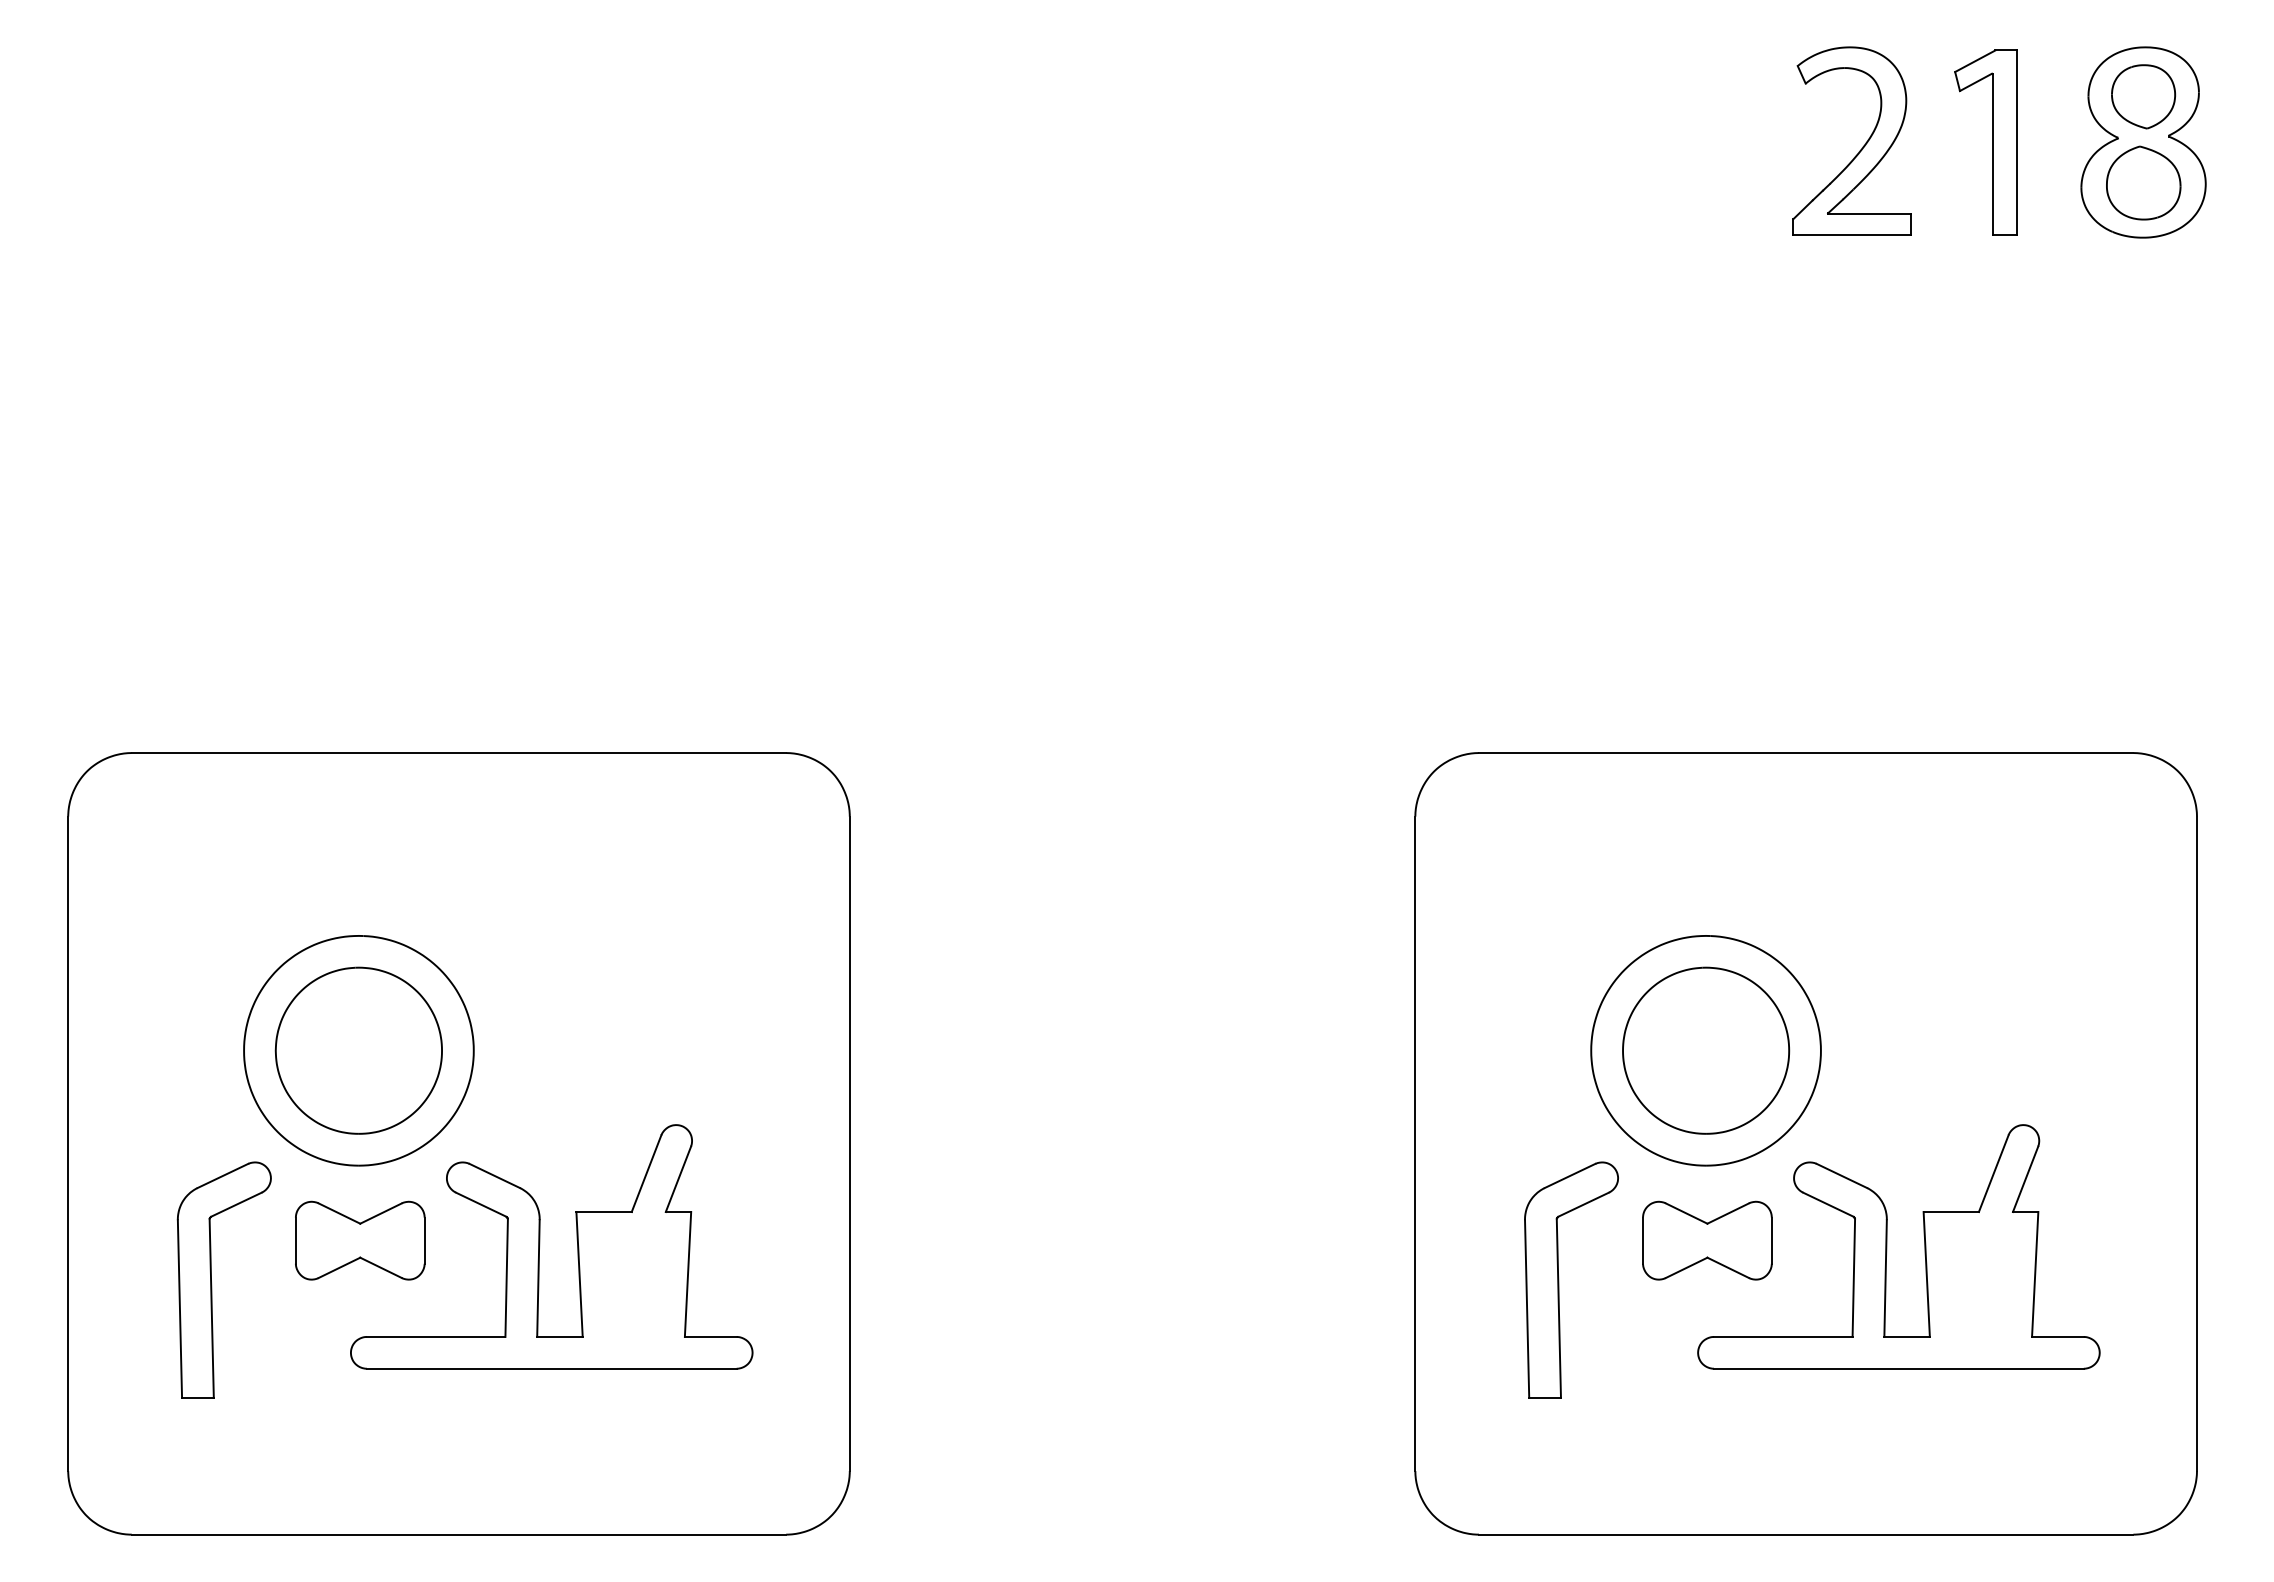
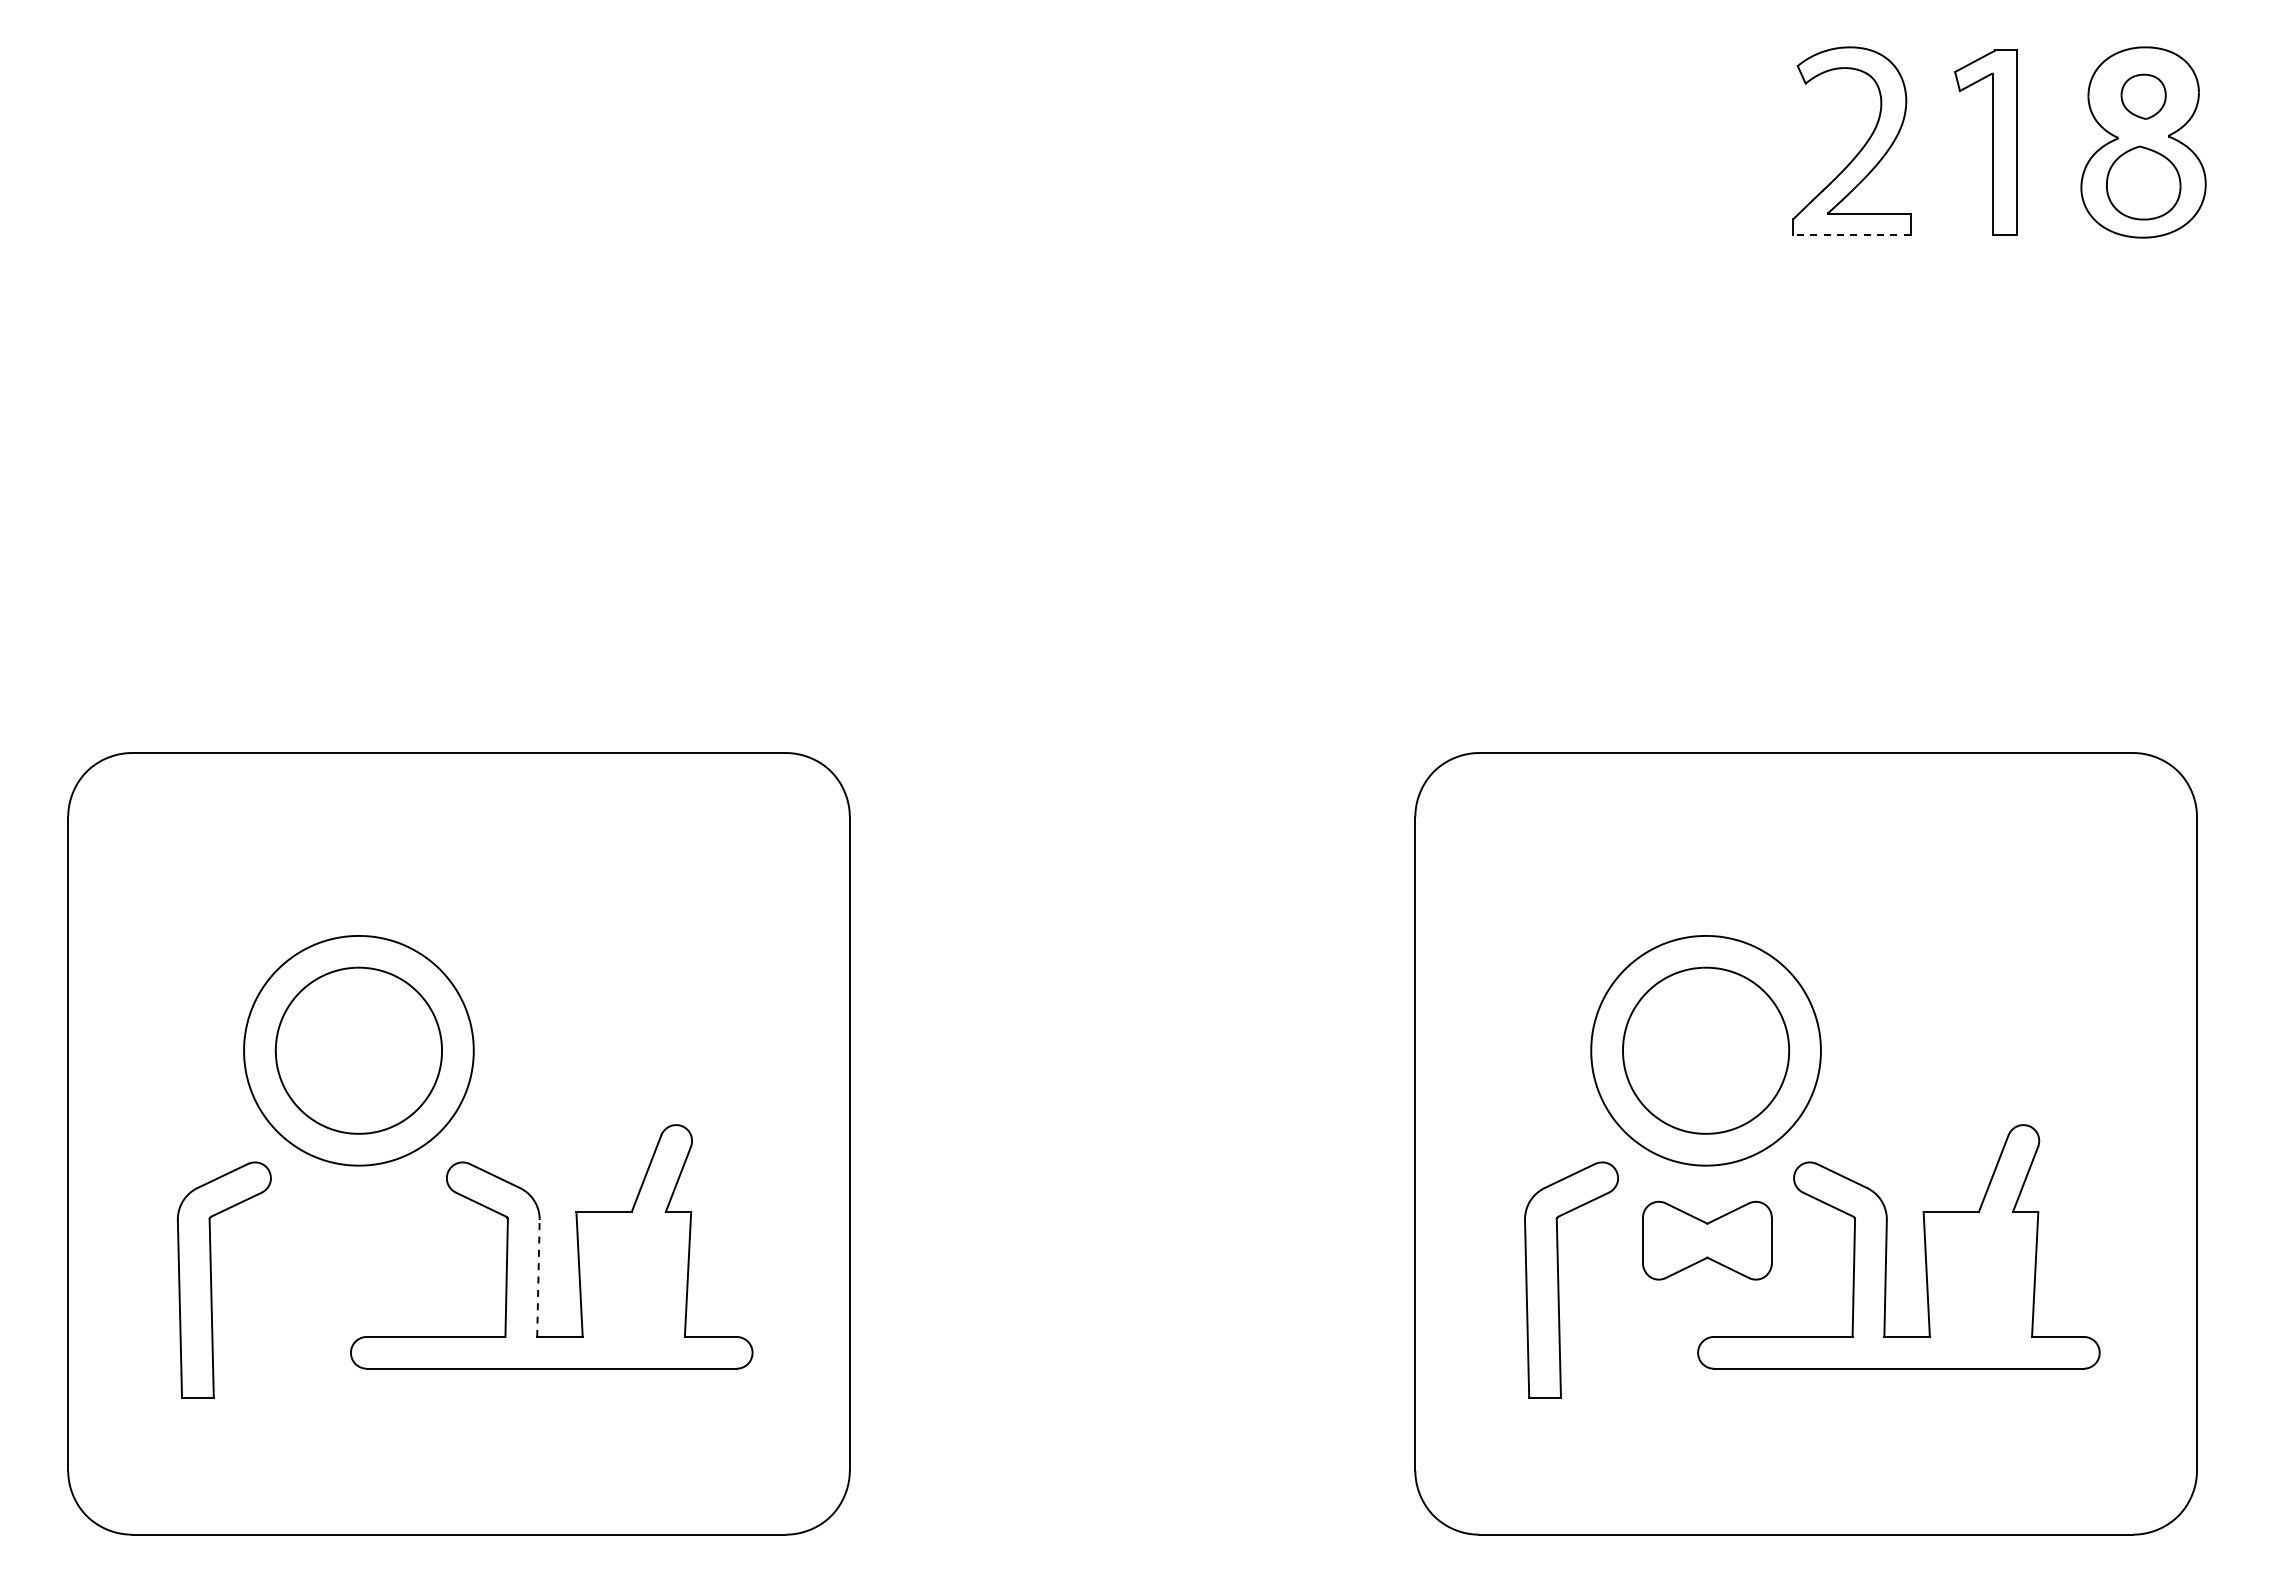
part at (2143, 96) size: 66x66 px -> 47x47 px
line at (1852, 234): solid -> dashed
part at (360, 1240): present -> none
line at (538, 1278): solid -> dashed
